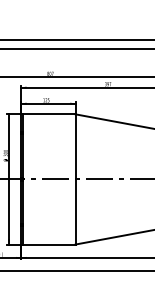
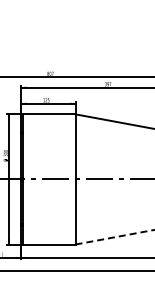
line at (76, 40): present -> none
line at (76, 49): present -> none
line at (115, 237): solid -> dashed
